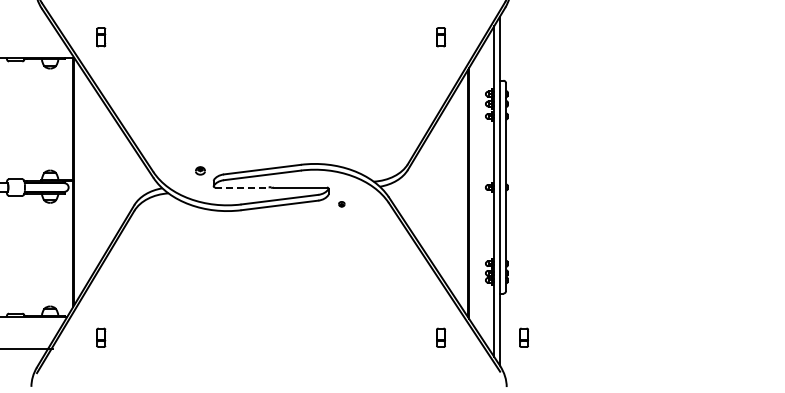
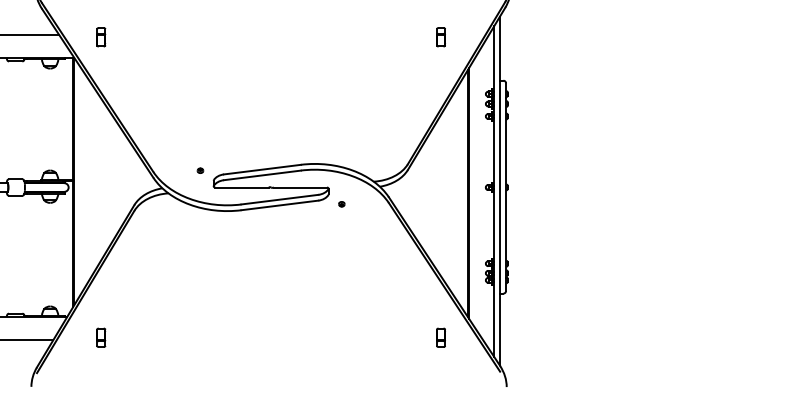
line at (30, 34): none -> present
part at (200, 170) size: 11x10 px -> 9x7 px
line at (241, 187): dashed -> solid
part at (523, 337): present -> none
line at (27, 349) position: (27, 349) -> (27, 340)
